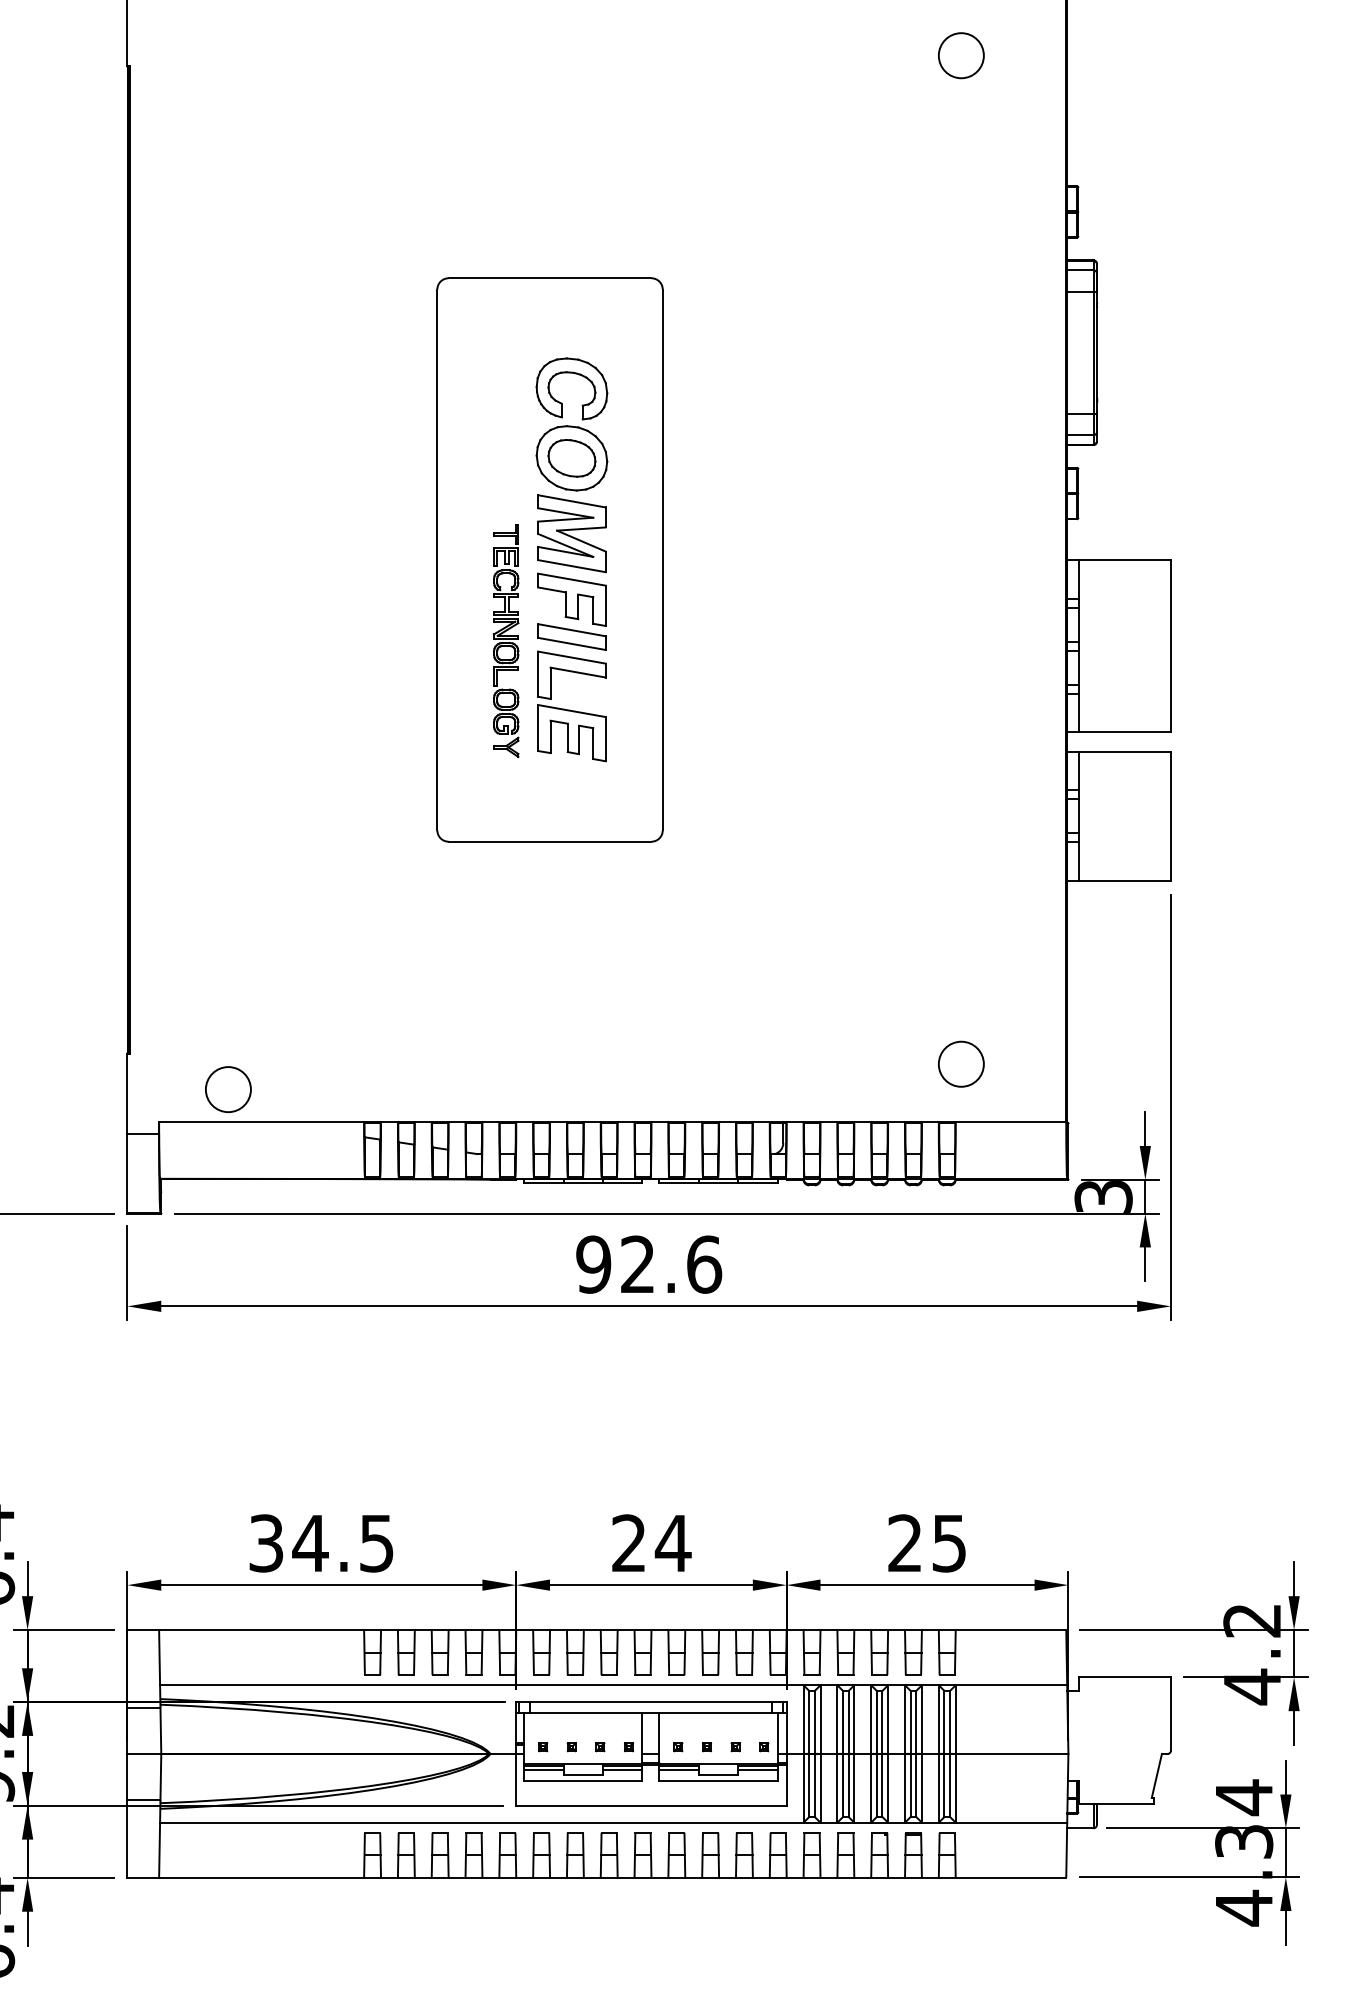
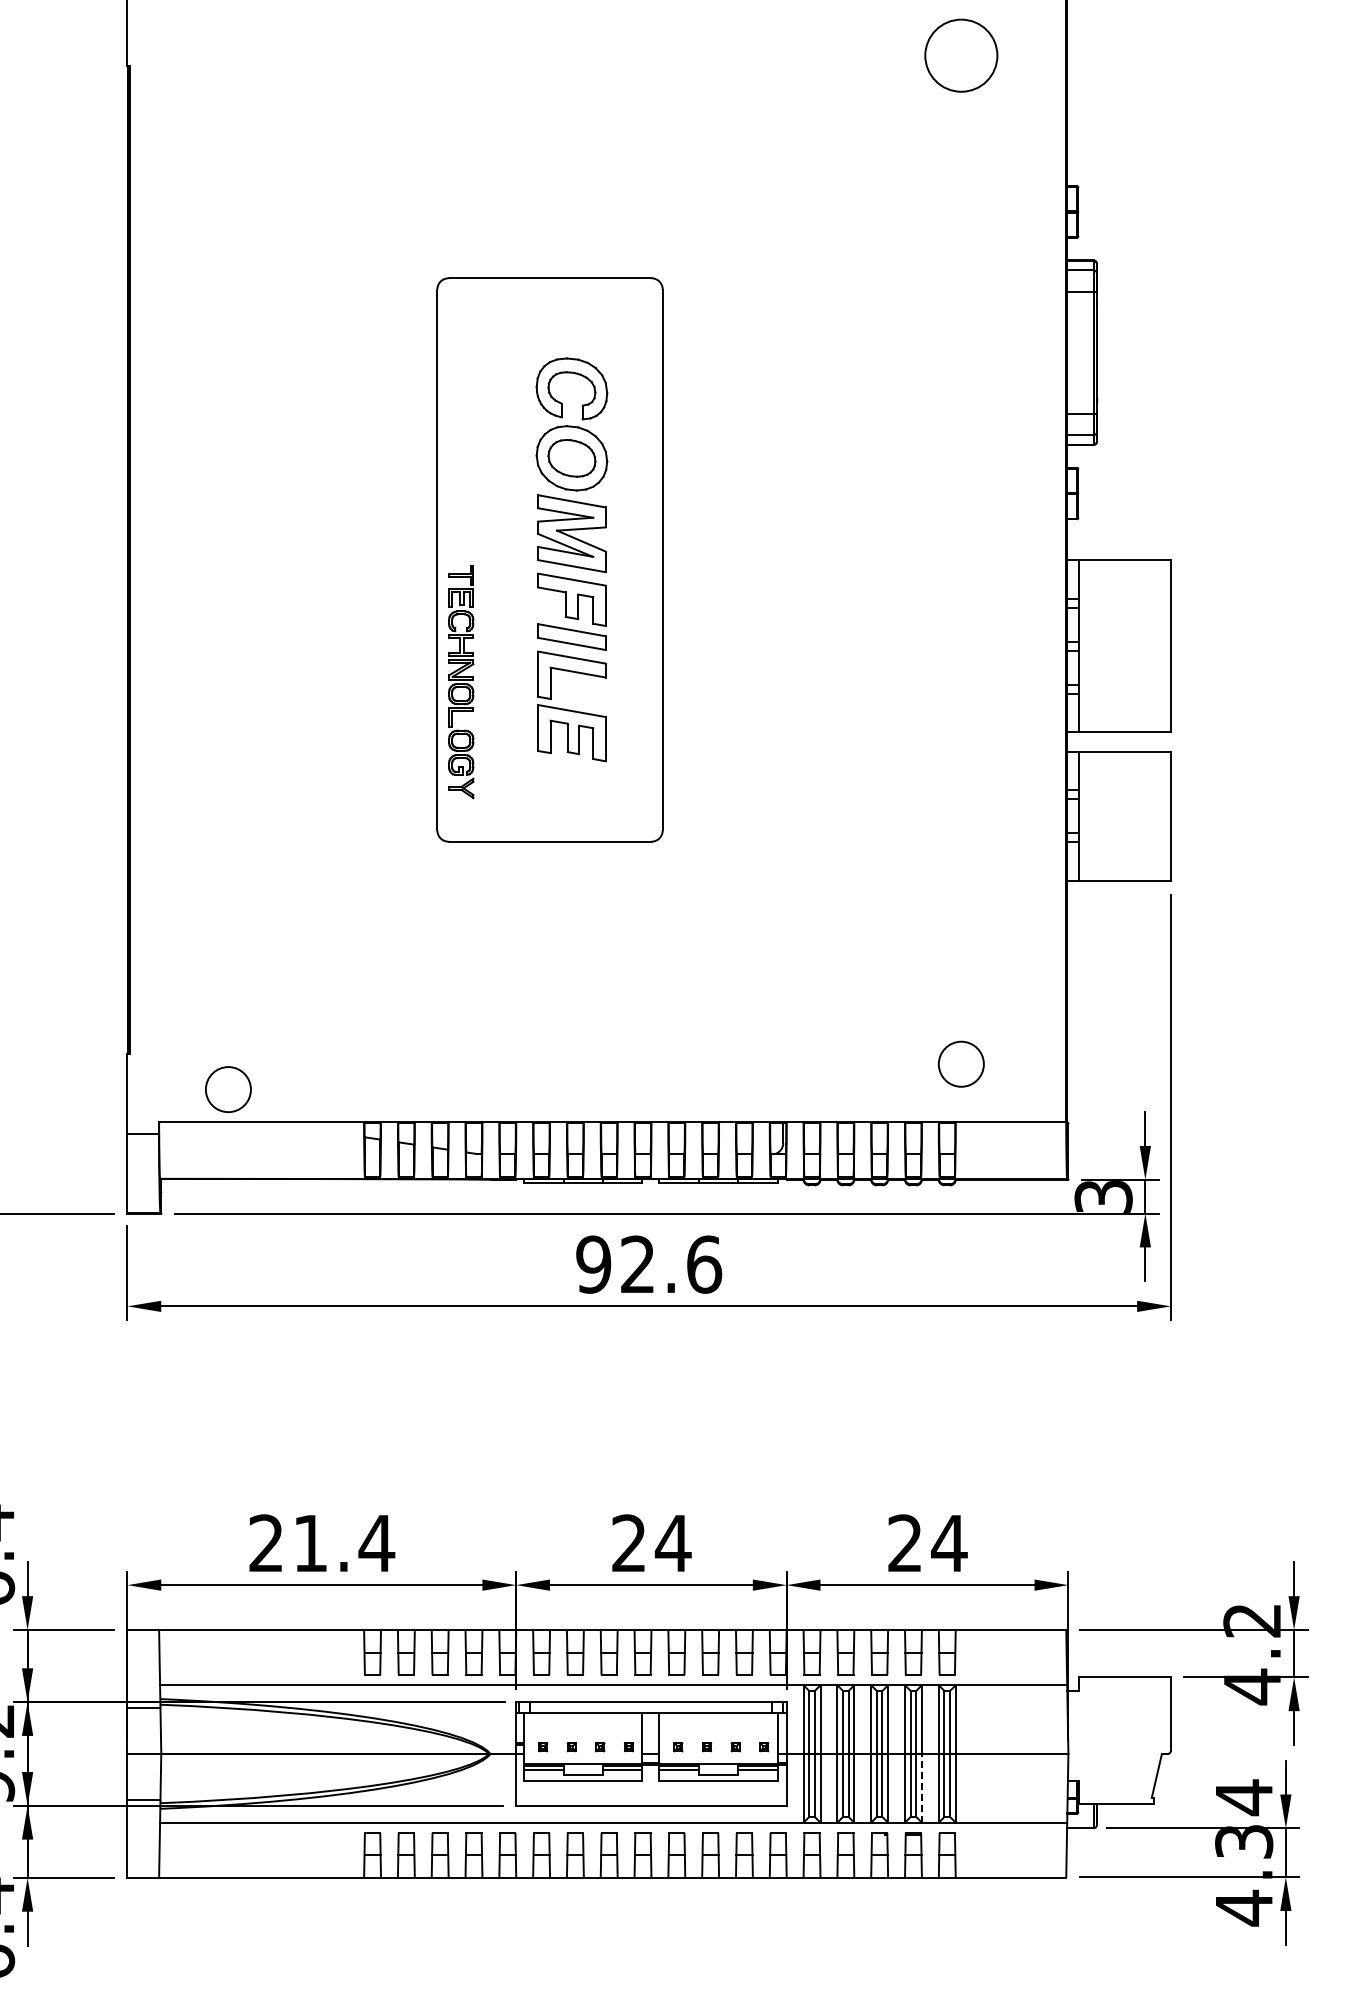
circle at (960, 55) diameter: 45 px -> 72 px
part at (506, 641) position: (506, 641) -> (461, 682)
text at (322, 1543): 34.5 -> 21.4
text at (949, 1543): 25 -> 24
line at (921, 1787): solid -> dashed
